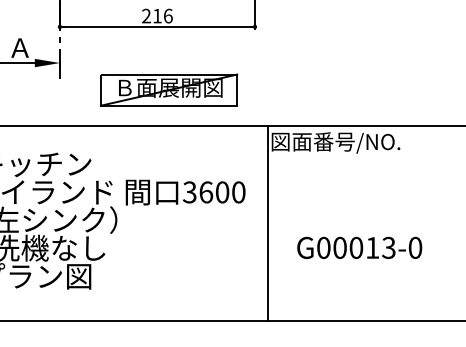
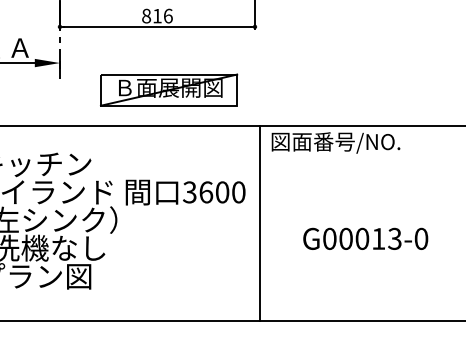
text at (146, 15): 216 -> 816
line at (268, 222) position: (268, 222) -> (260, 222)
text at (359, 247) position: (359, 247) -> (365, 238)
